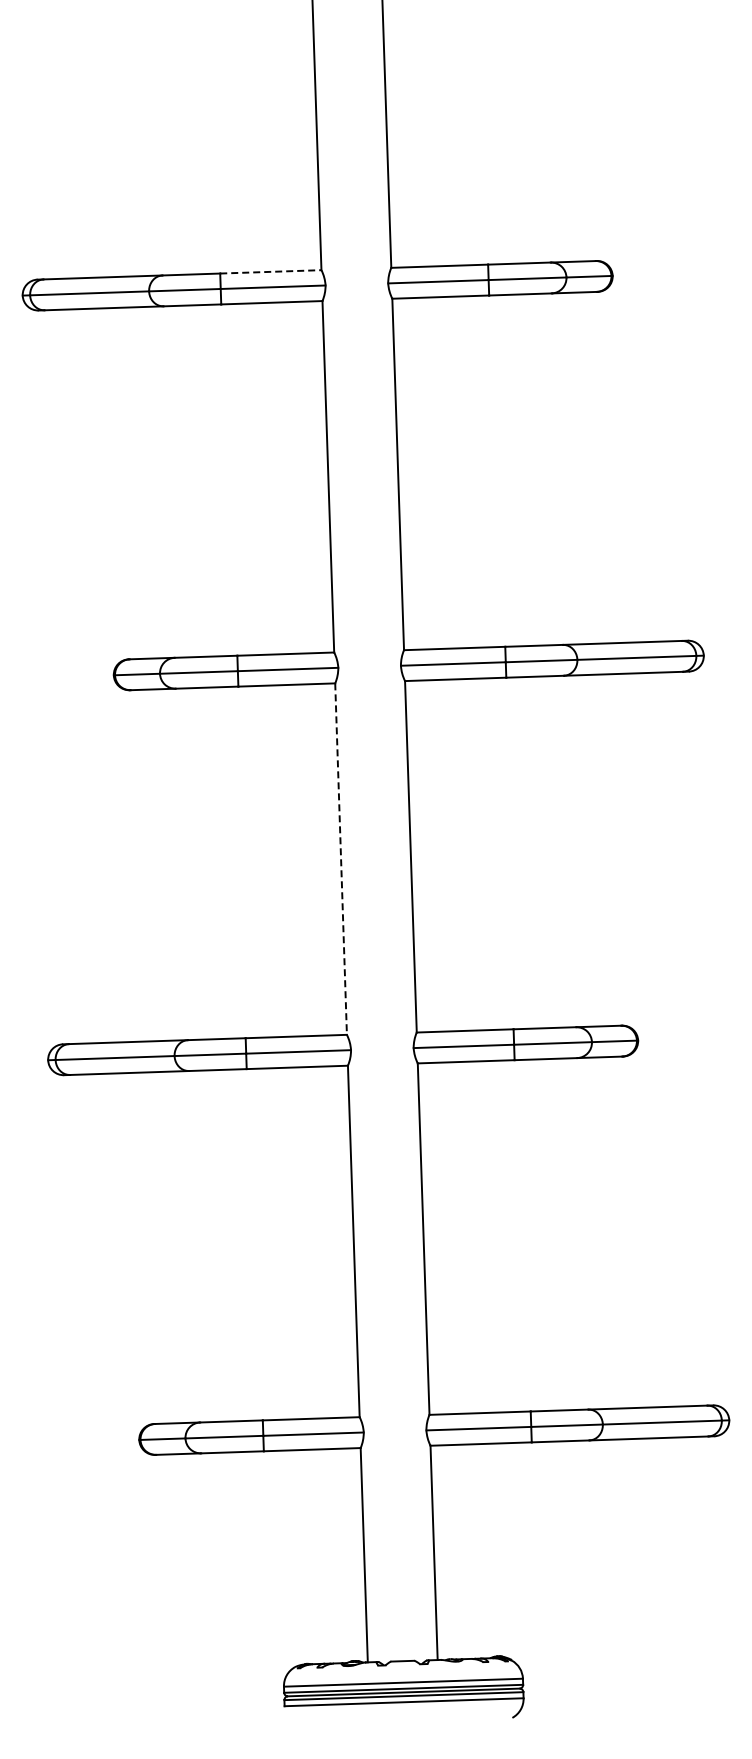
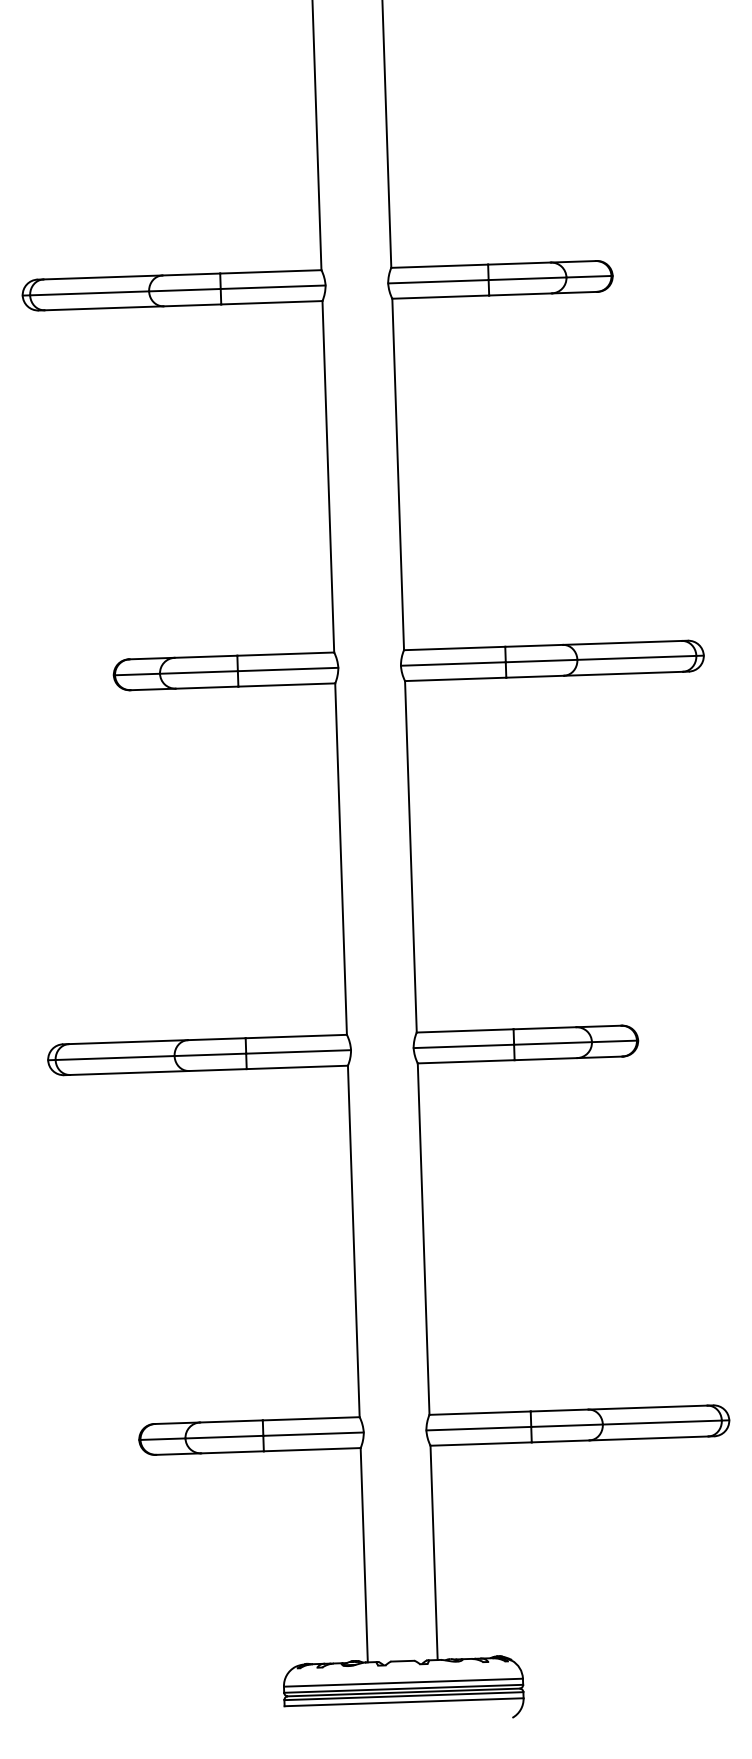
line at (270, 271): dashed -> solid
line at (341, 859): dashed -> solid
